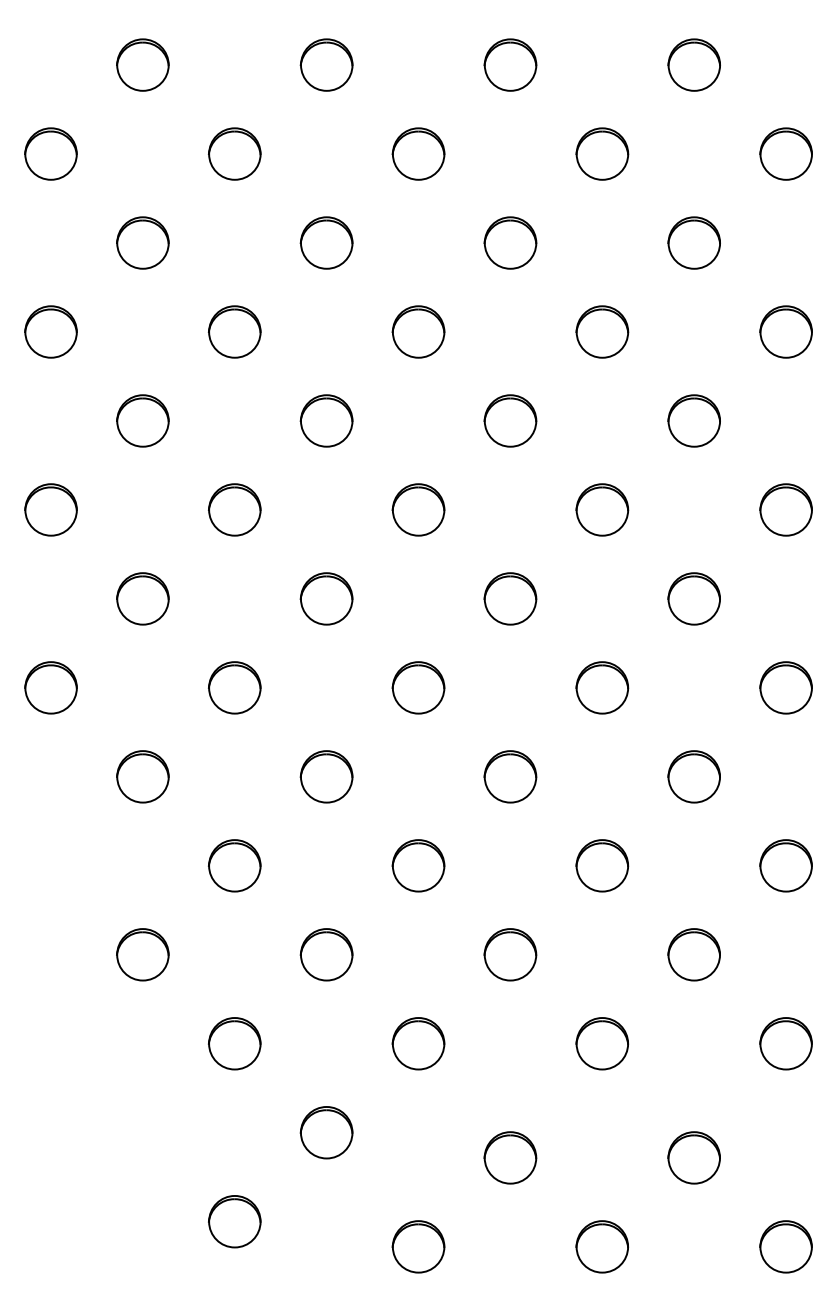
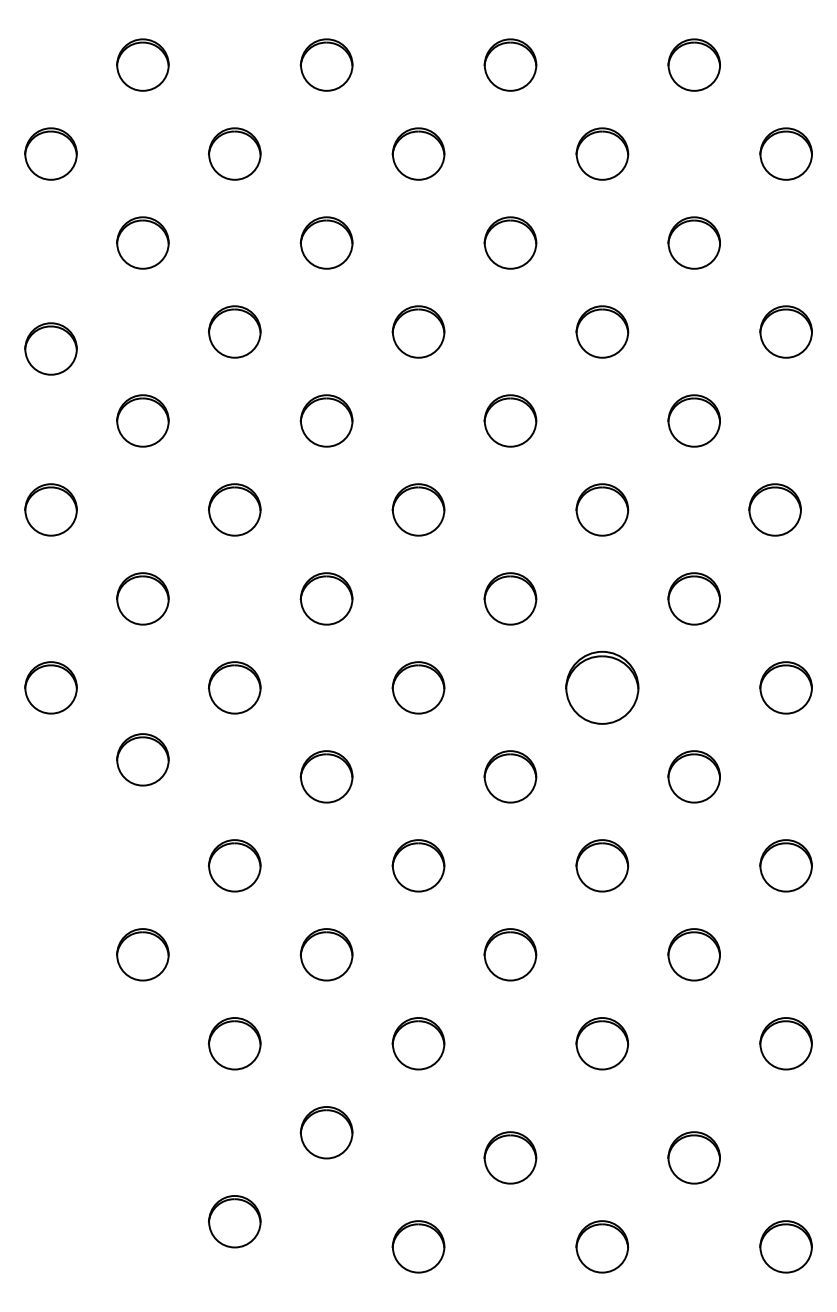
part at (50, 331) position: (50, 331) -> (50, 348)
part at (785, 509) position: (785, 509) -> (774, 509)
part at (602, 687) size: 55x54 px -> 75x75 px
part at (142, 776) position: (142, 776) -> (142, 759)
